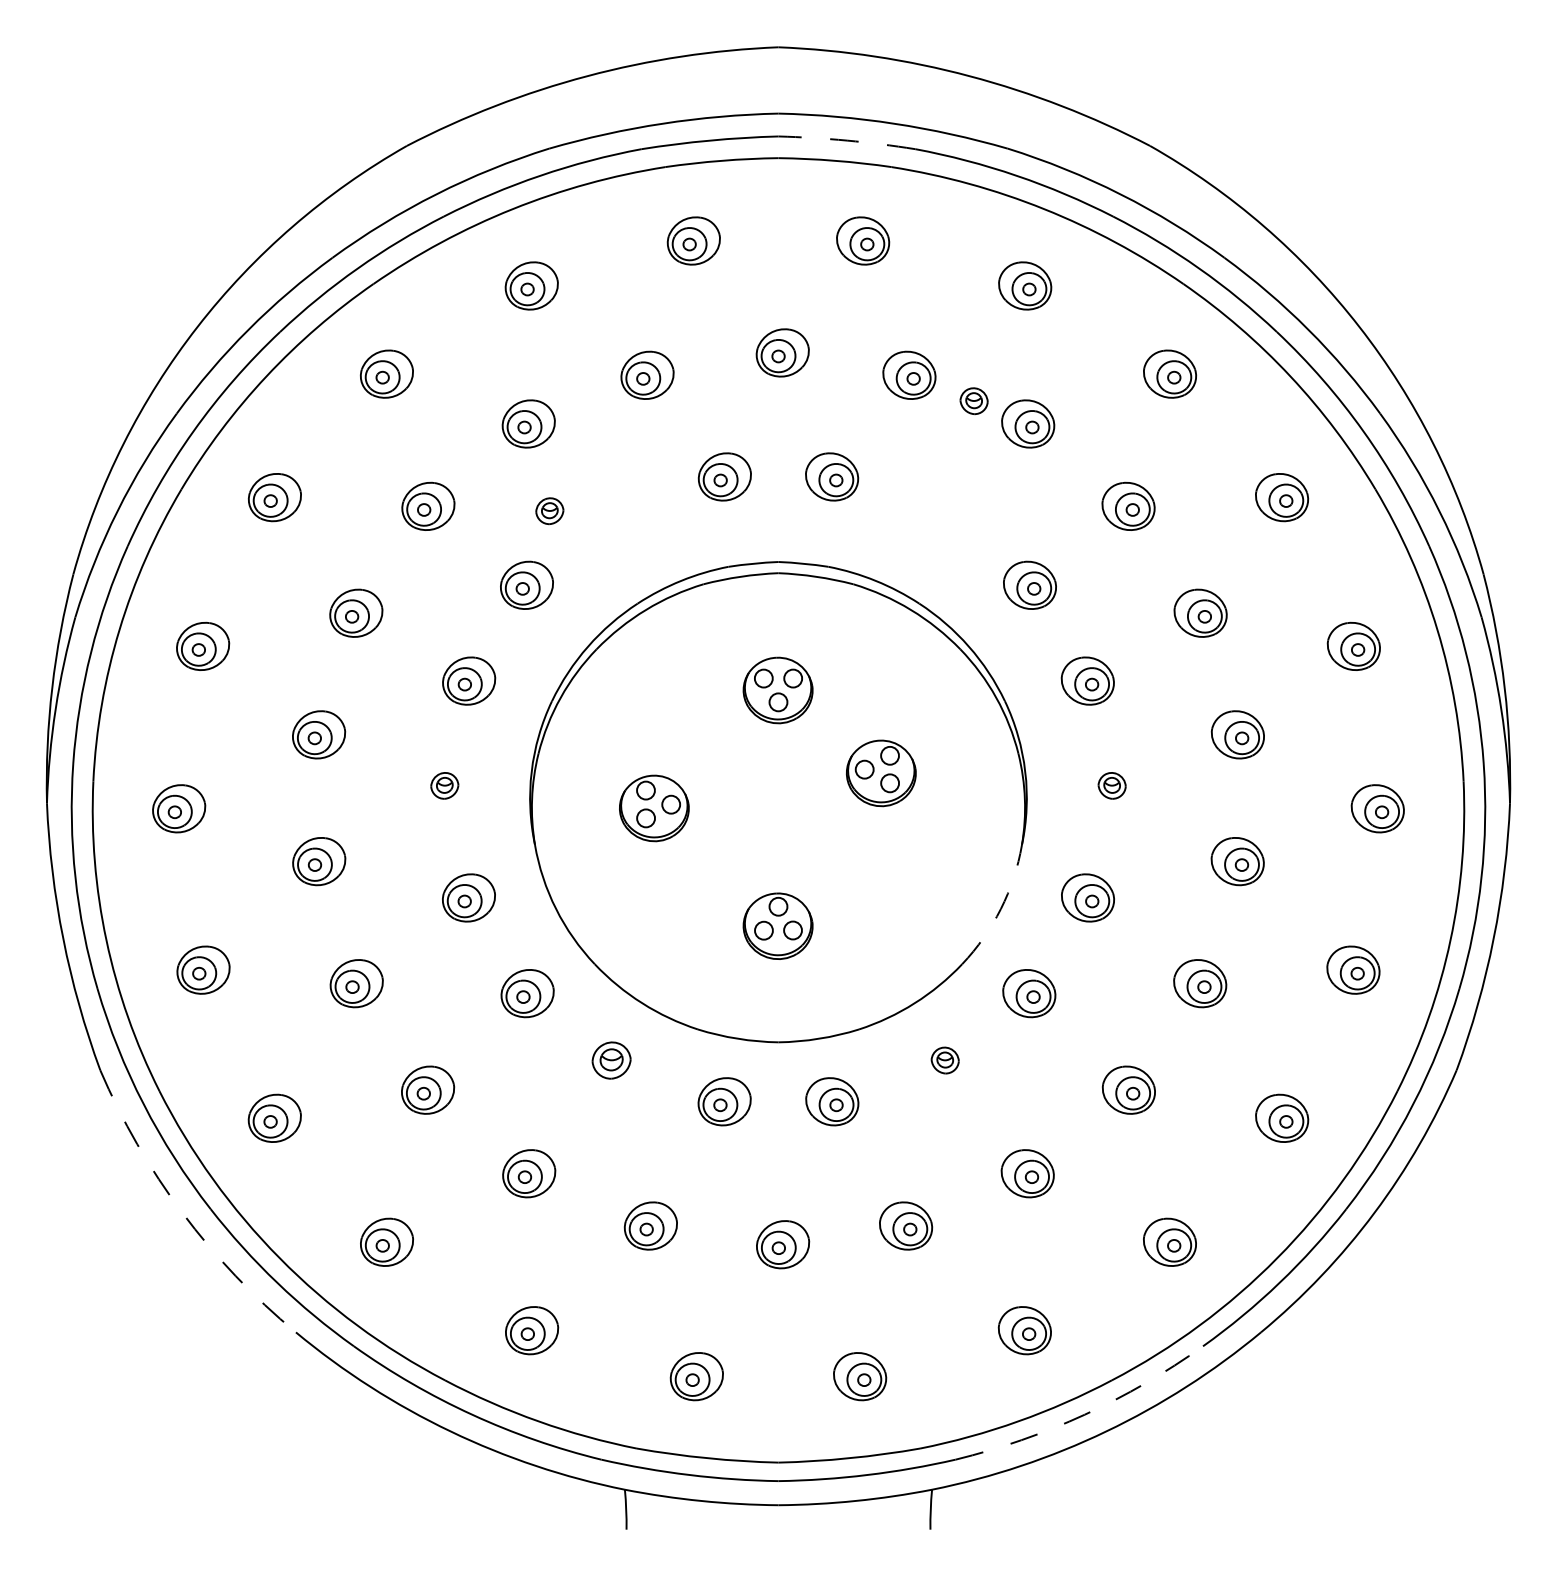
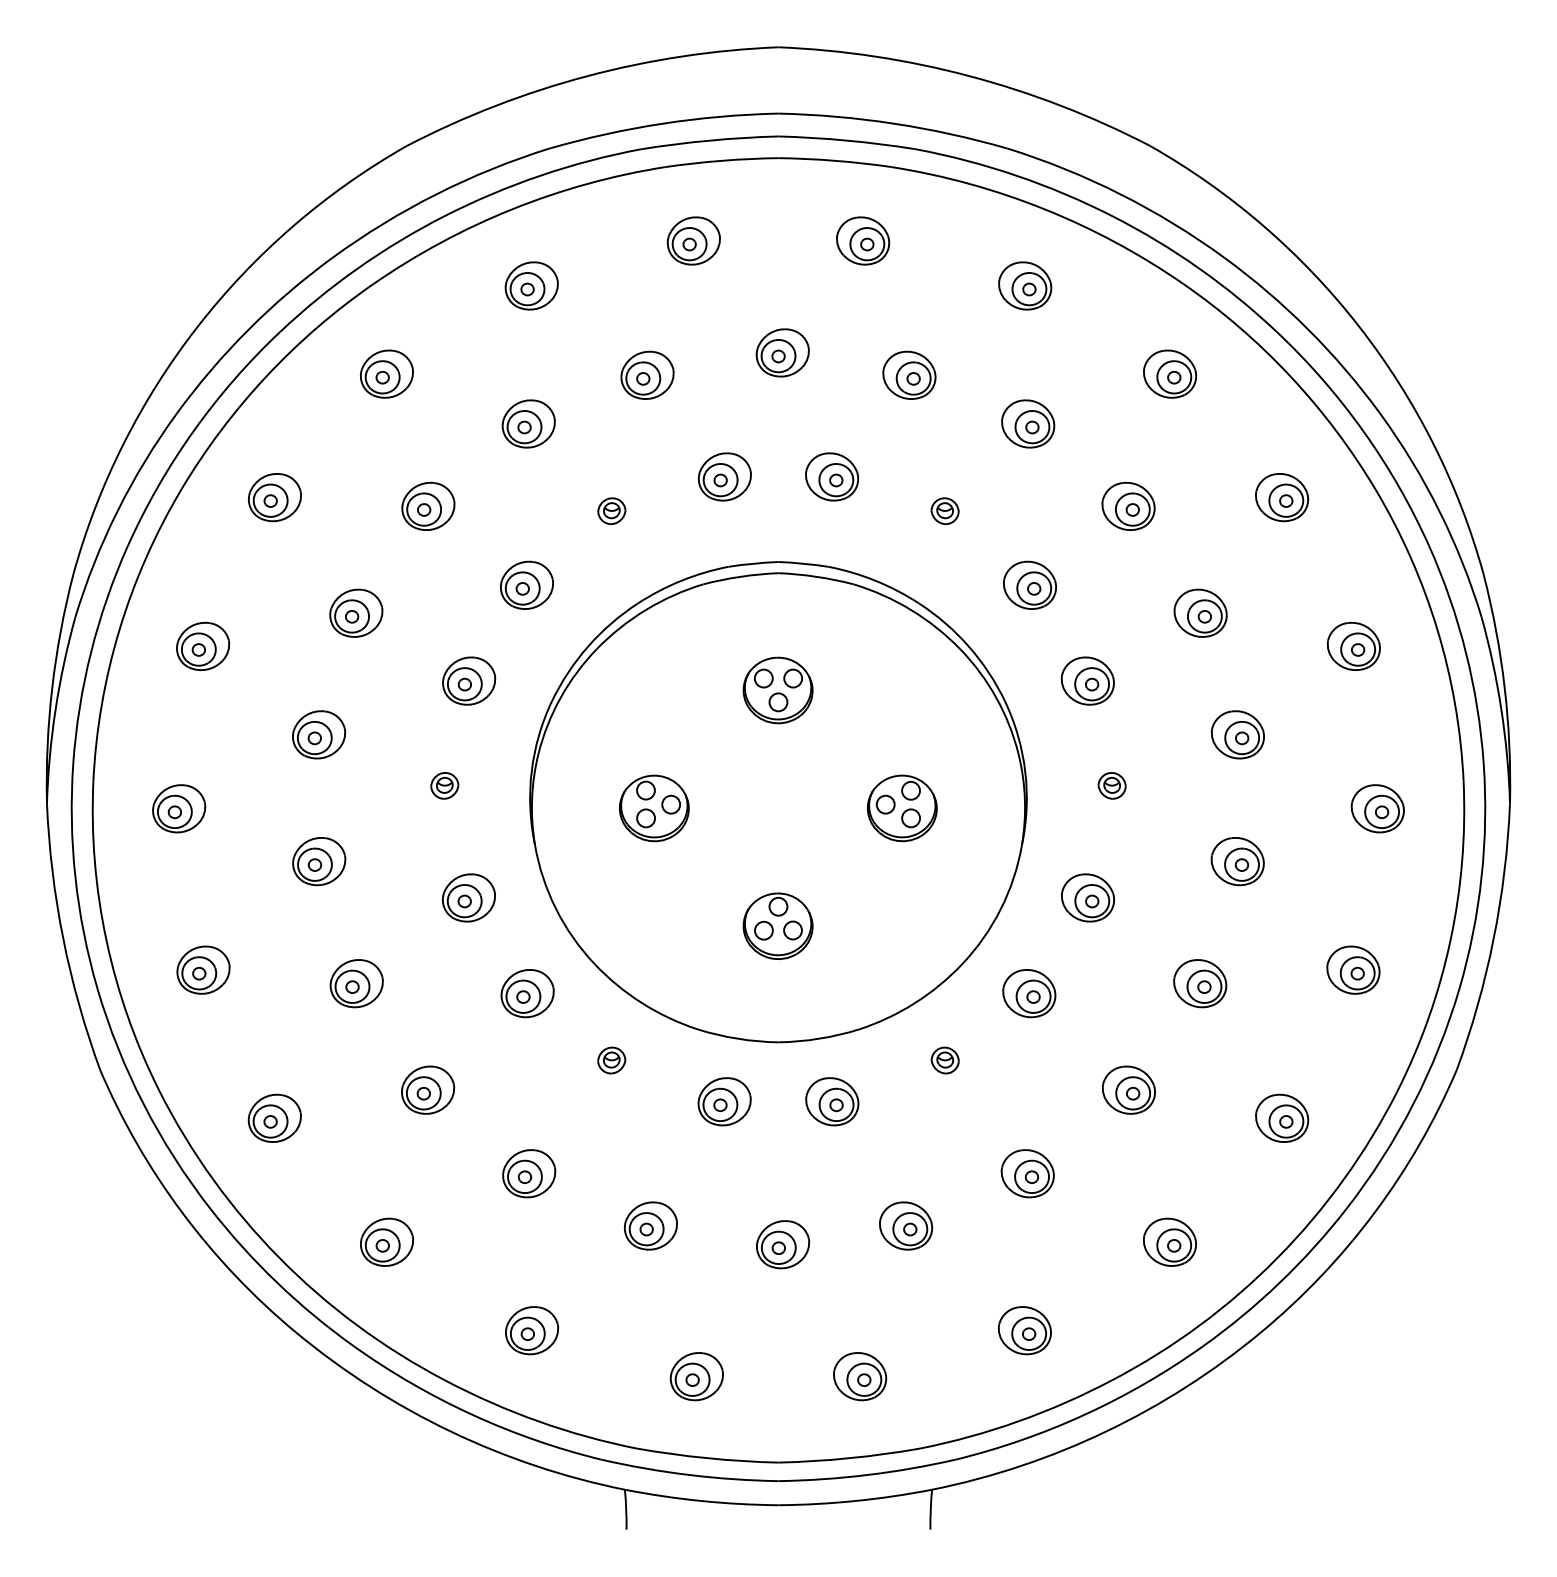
arc at (847, 140): dashed -> solid
part at (973, 401) position: (973, 401) -> (944, 511)
part at (549, 511) position: (549, 511) -> (611, 511)
part at (881, 773) position: (881, 773) -> (902, 808)
arc at (1000, 909): dashed -> solid
part at (611, 1060) size: 41x39 px -> 30x29 px
arc at (182, 1212): dashed -> solid
arc at (1084, 1414): dashed -> solid
